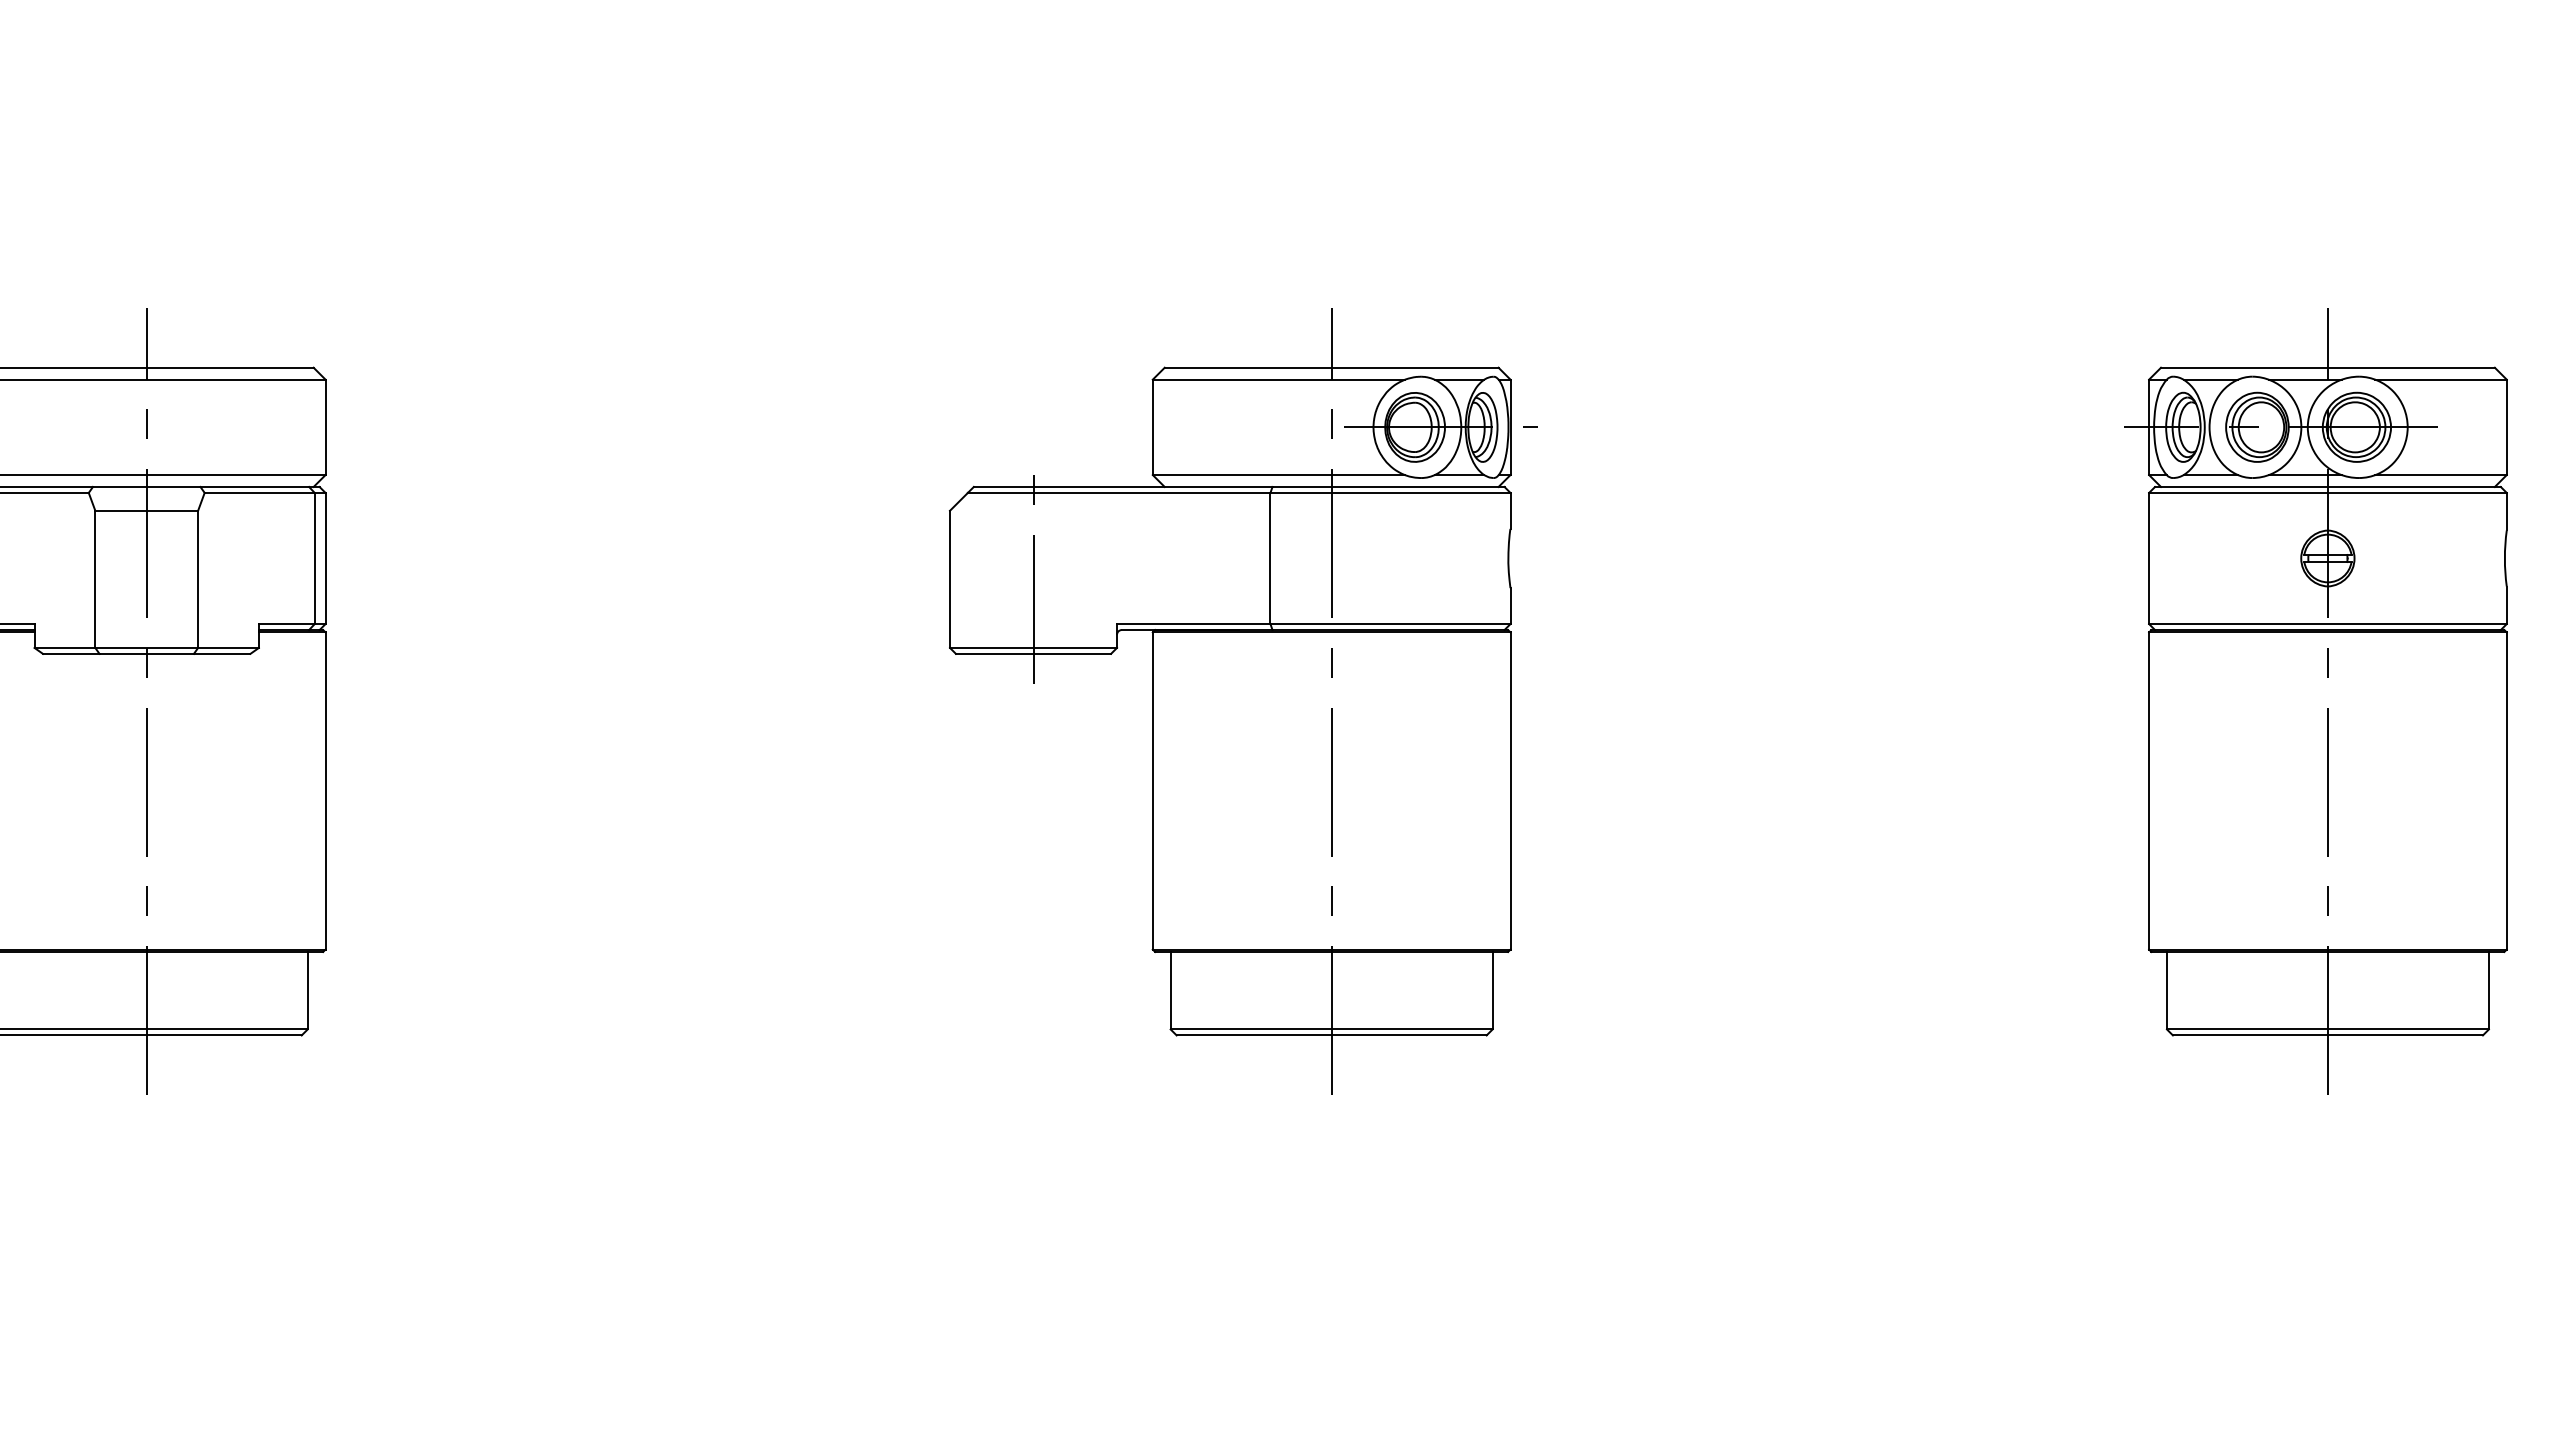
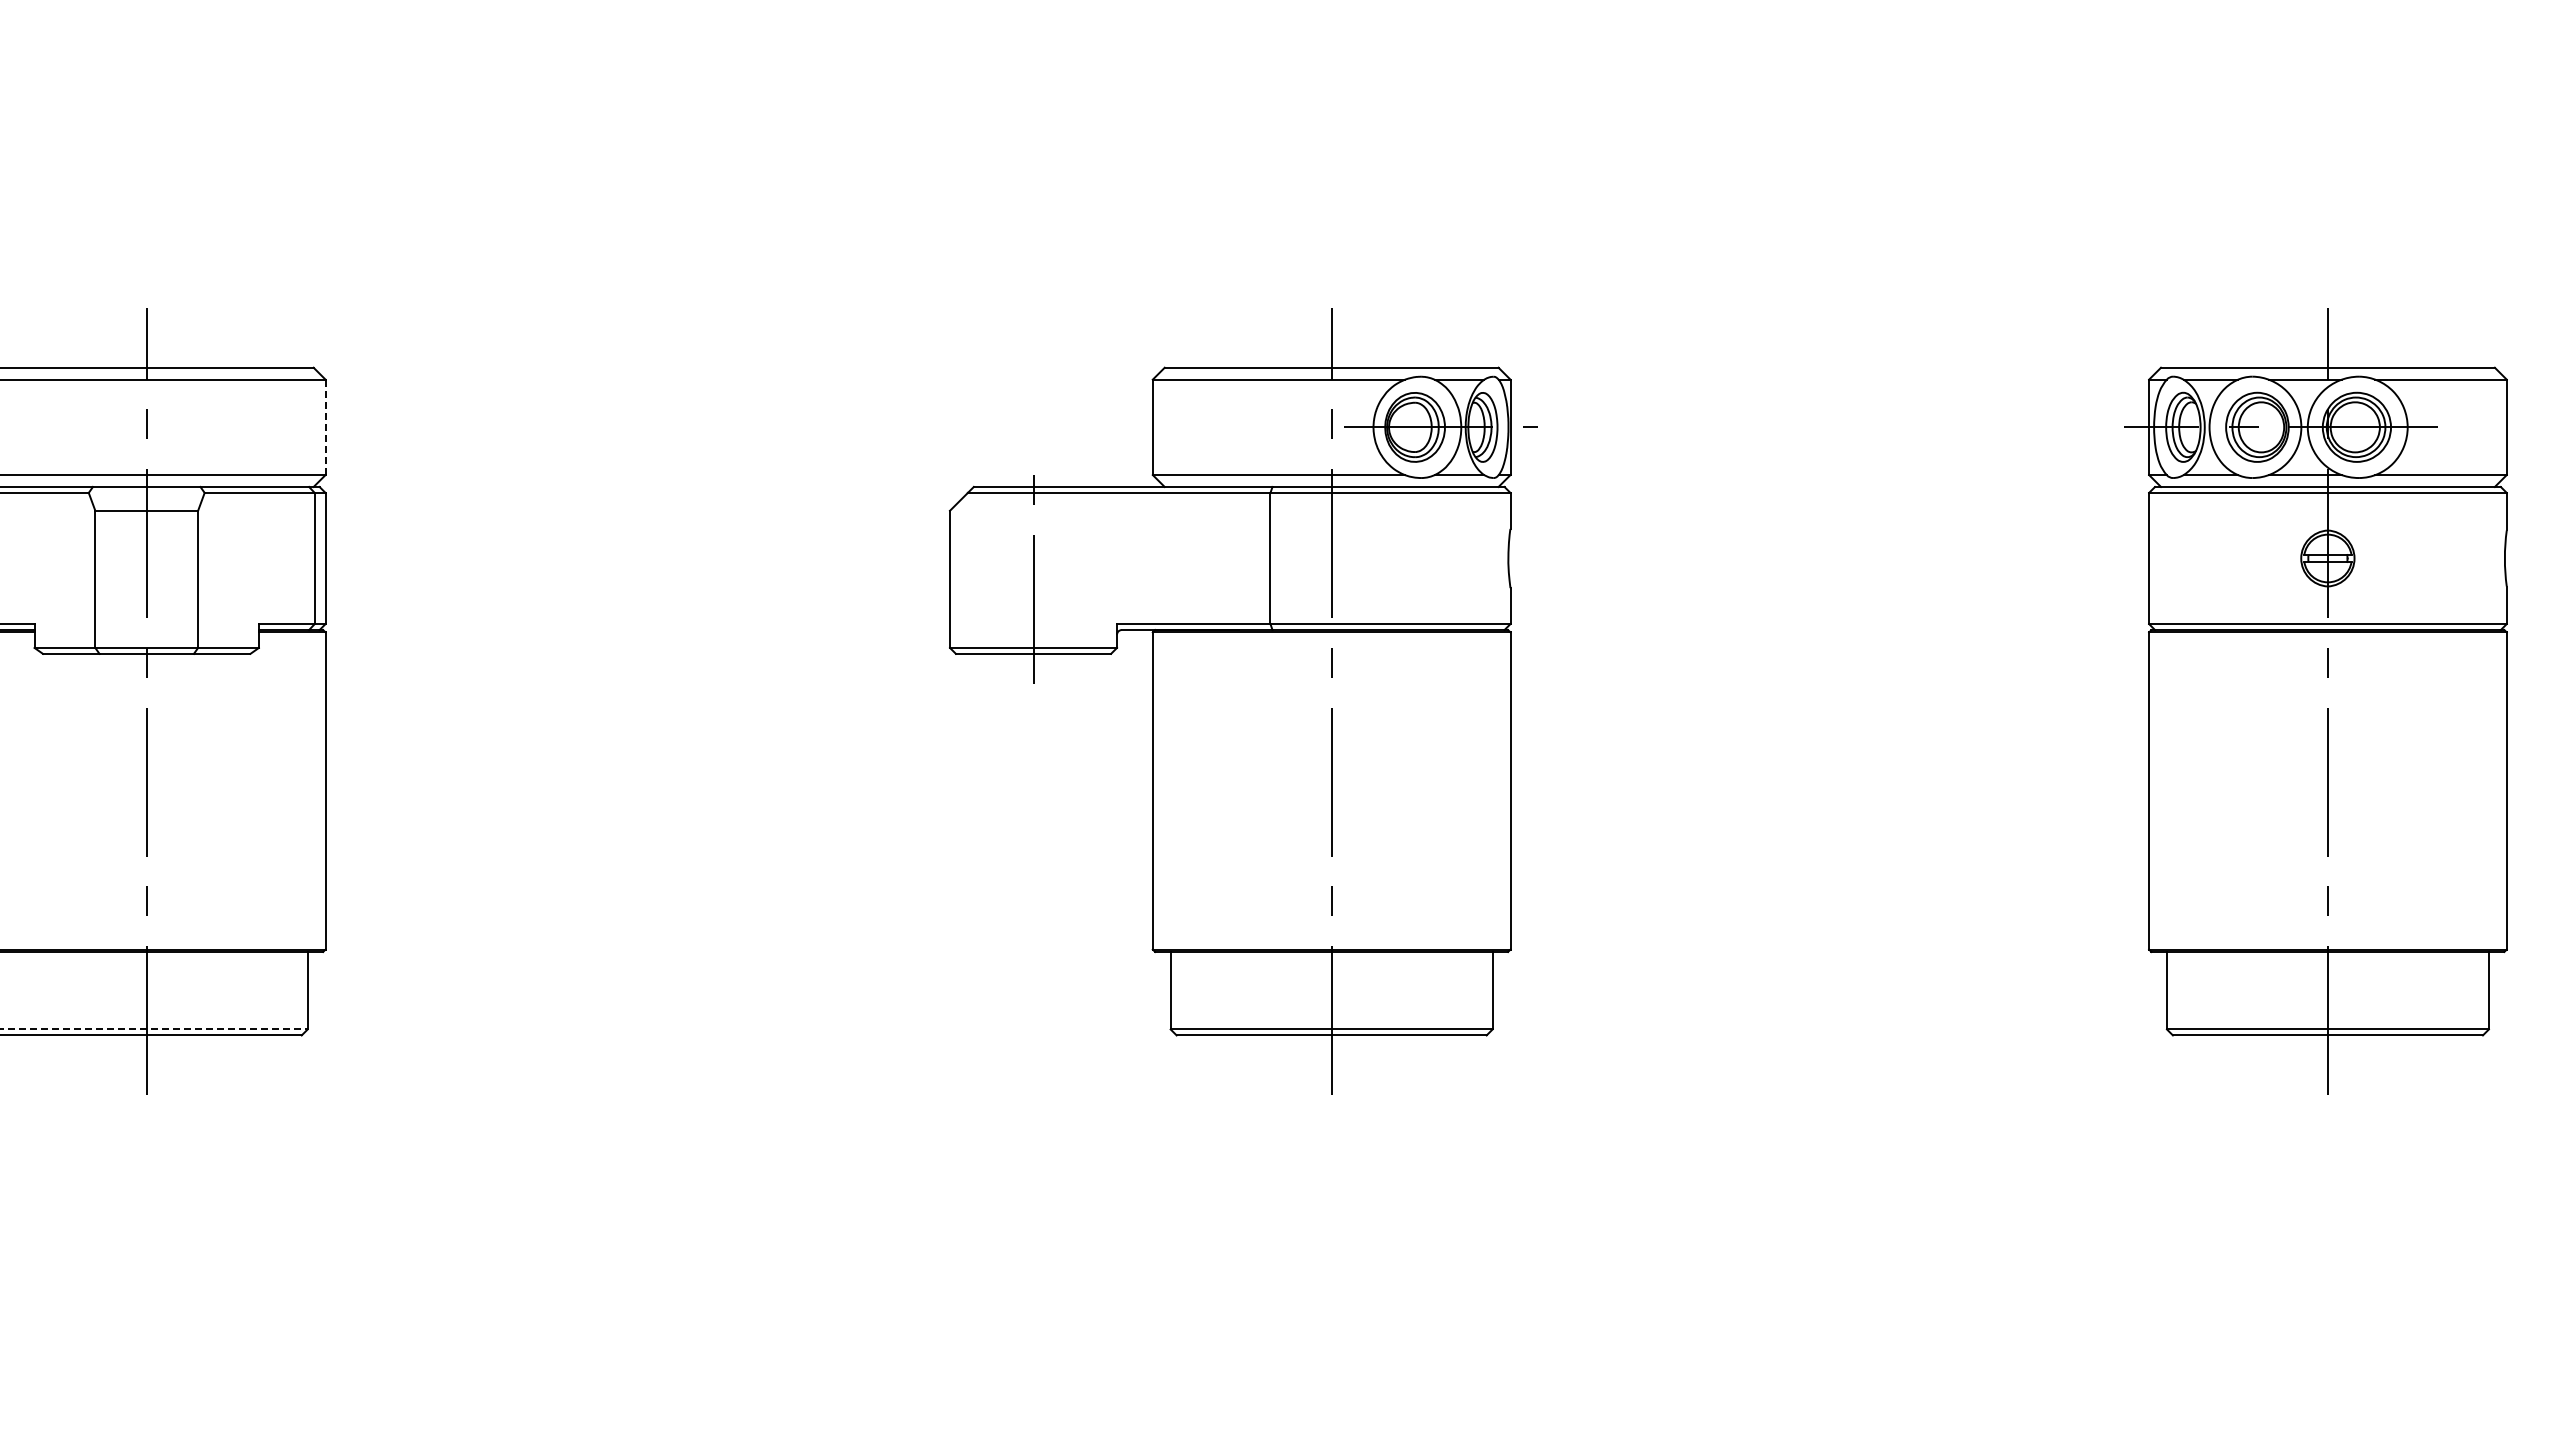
line at (325, 427): solid -> dashed
line at (154, 1029): solid -> dashed
